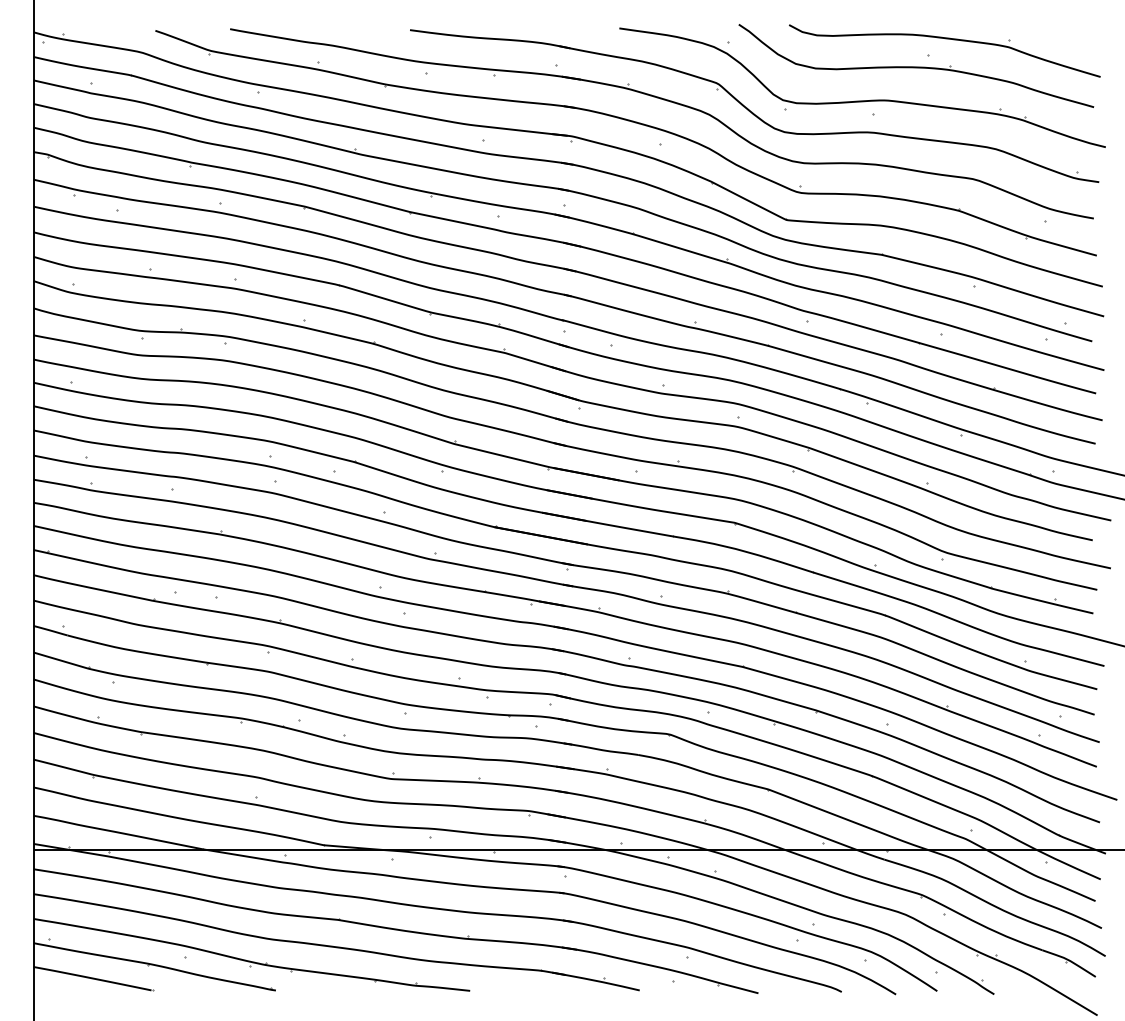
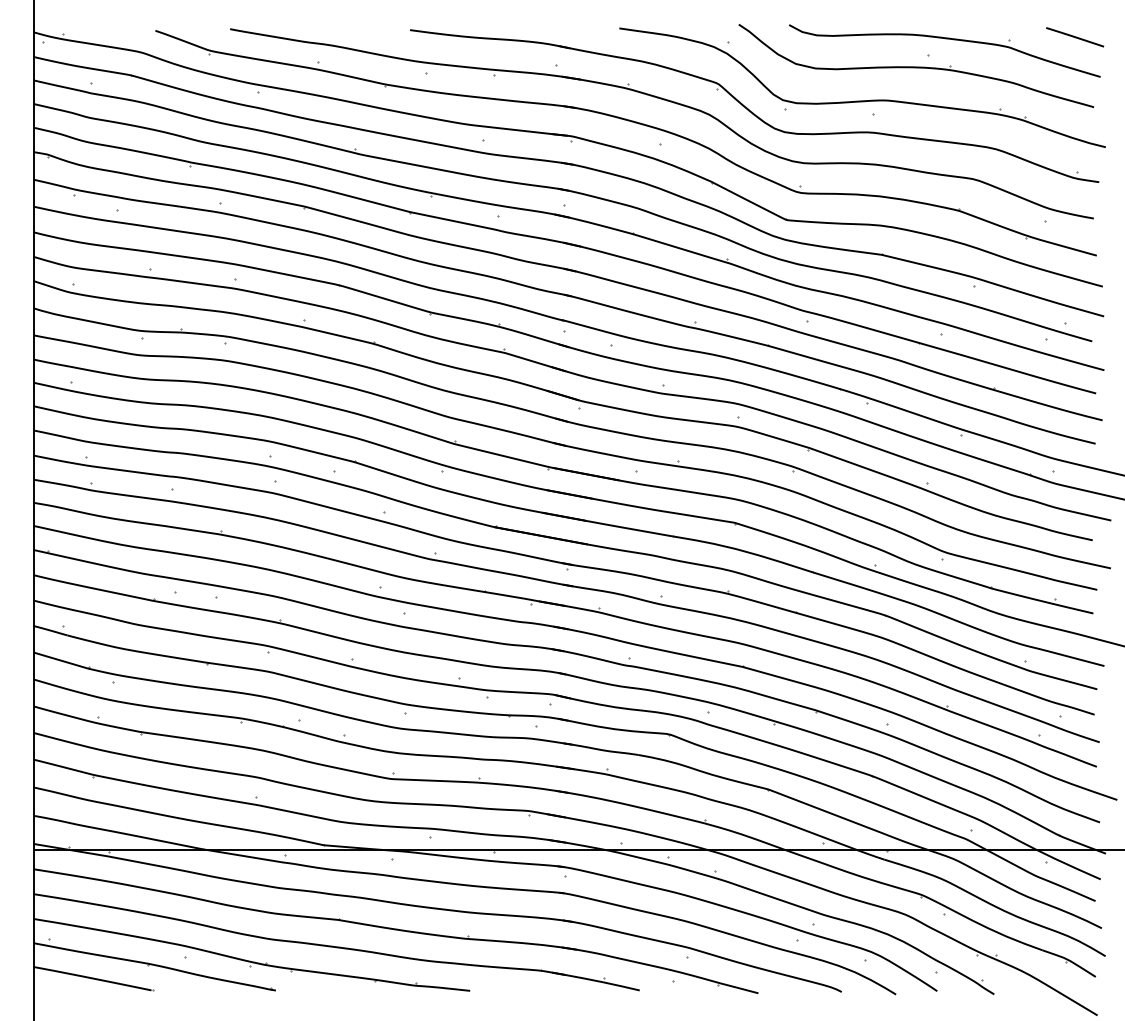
line at (1075, 37): none -> present
